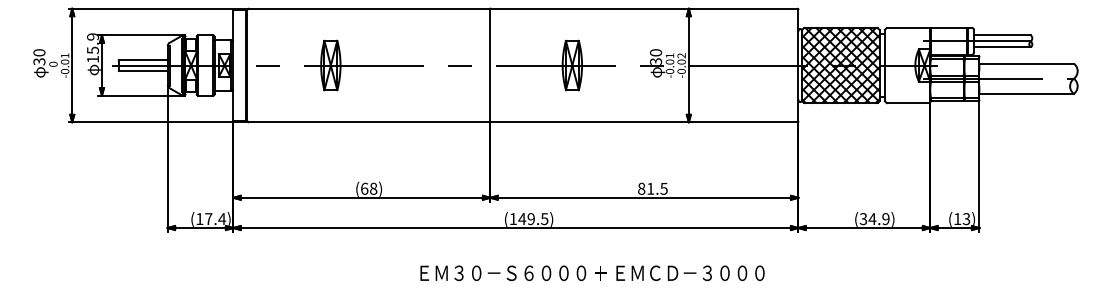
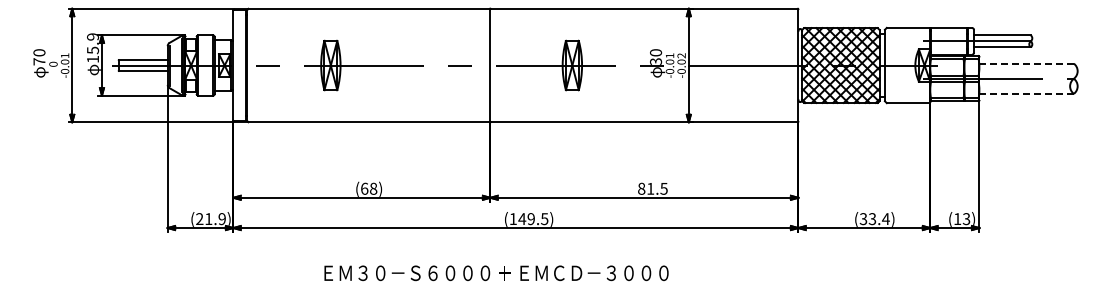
text at (39, 61): 30 -> 70
line at (1027, 63): solid -> dashed
line at (1027, 93): solid -> dashed
text at (211, 219): (17.4) -> (21.9)
text at (878, 219): (34.9) -> (33.4)
text at (592, 273) position: (592, 273) -> (496, 273)
